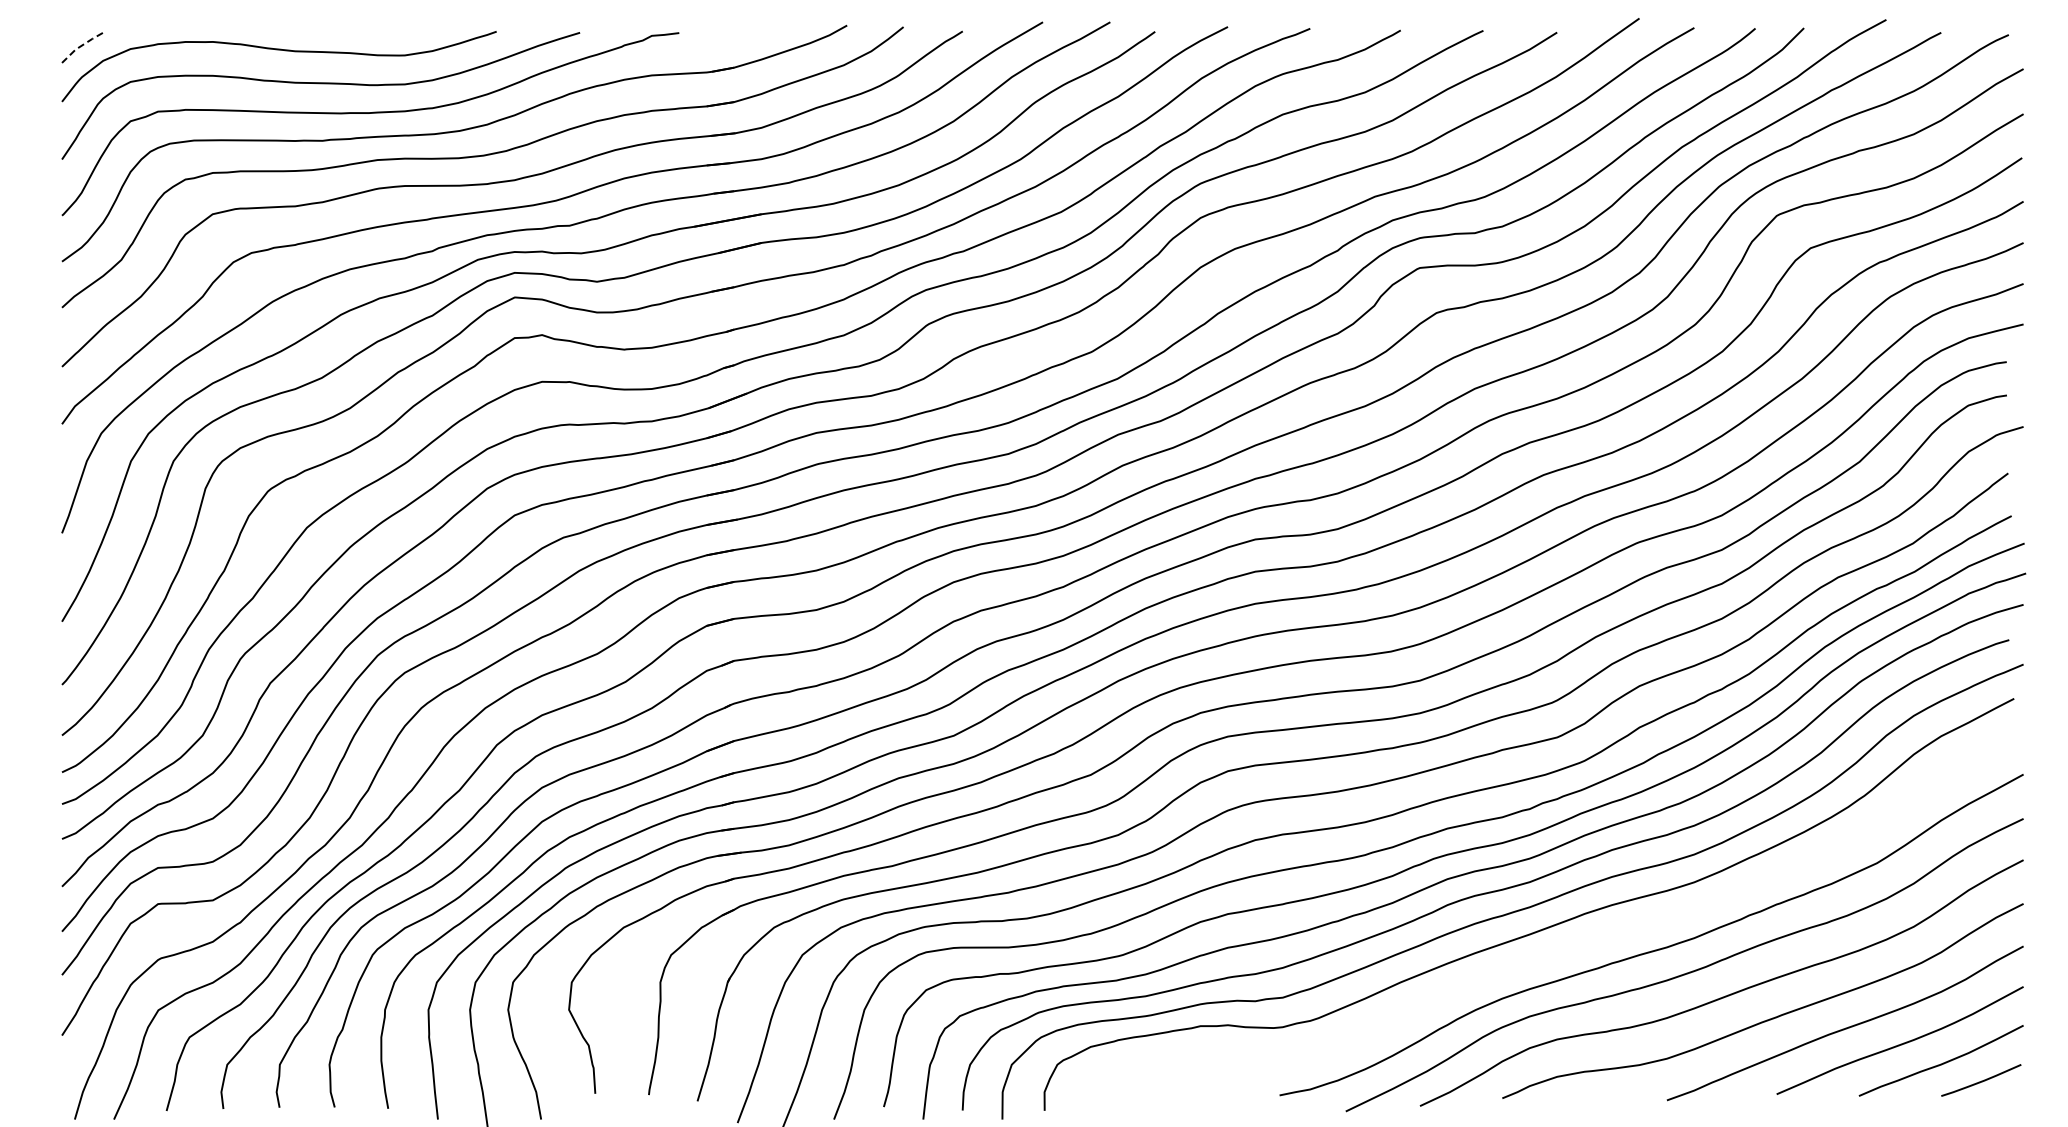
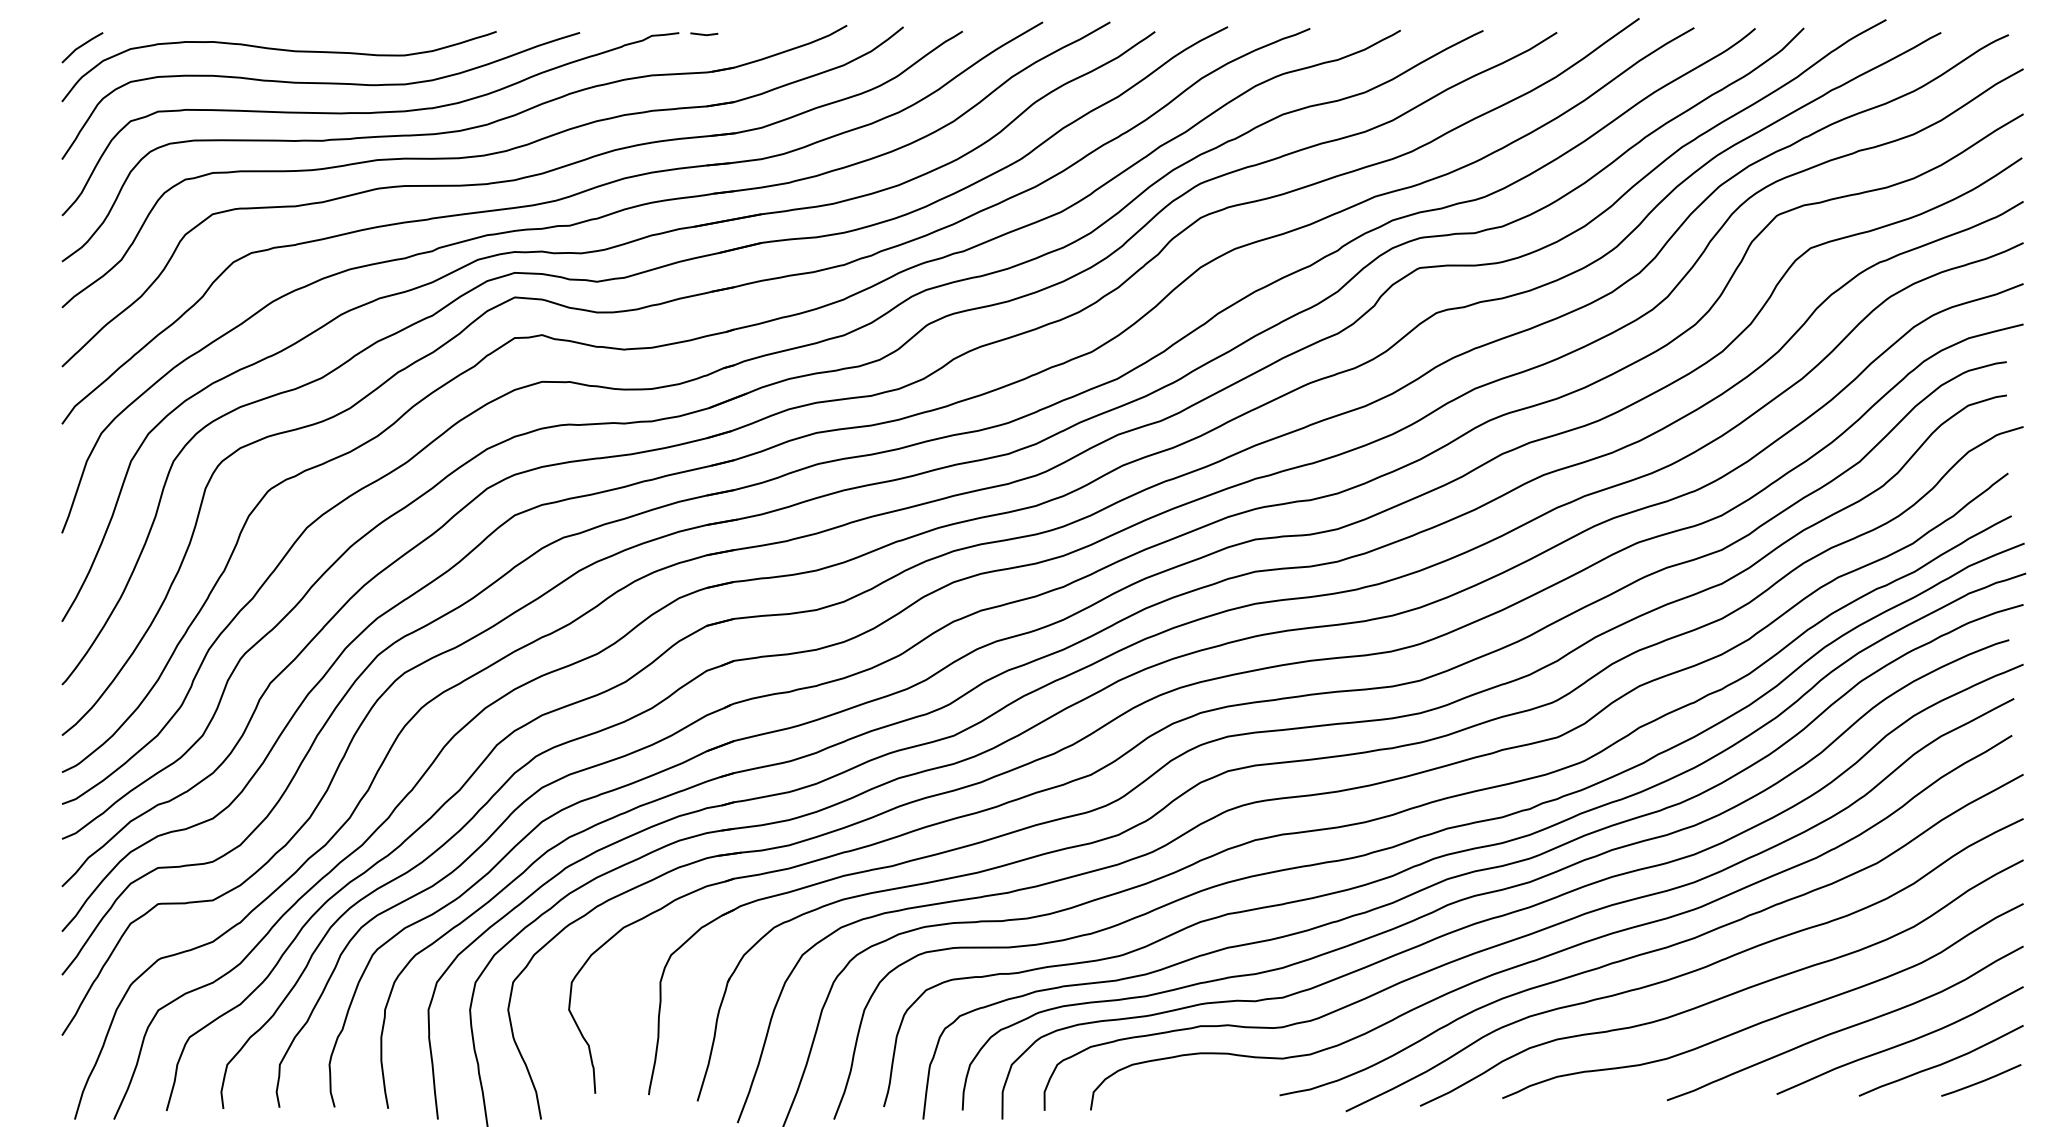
line at (704, 34): none -> present
line at (81, 45): dashed -> solid
curve at (1564, 948): none -> present
